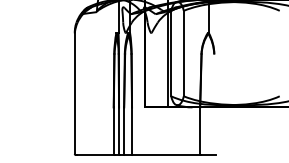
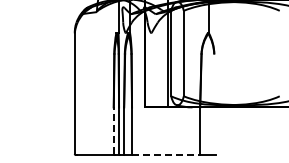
line at (113, 130): solid -> dashed
line at (166, 155): solid -> dashed
